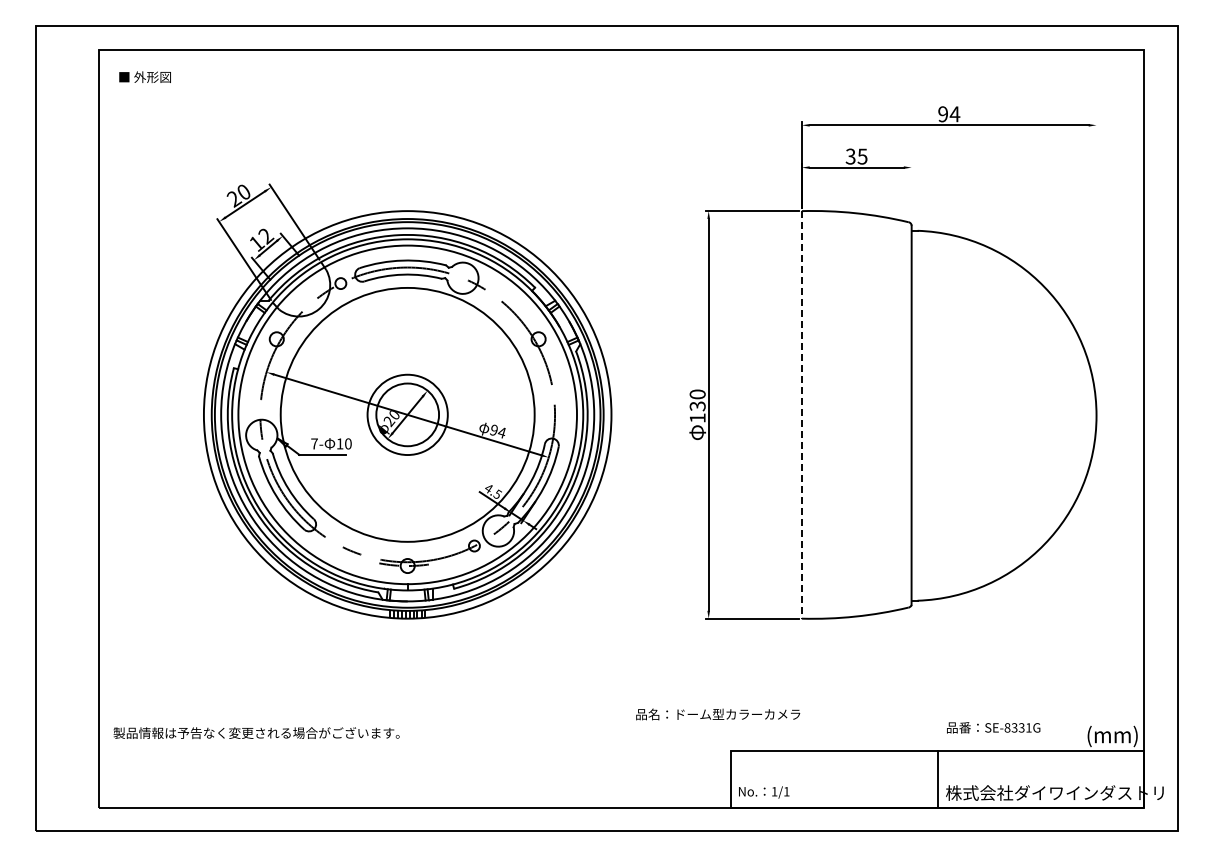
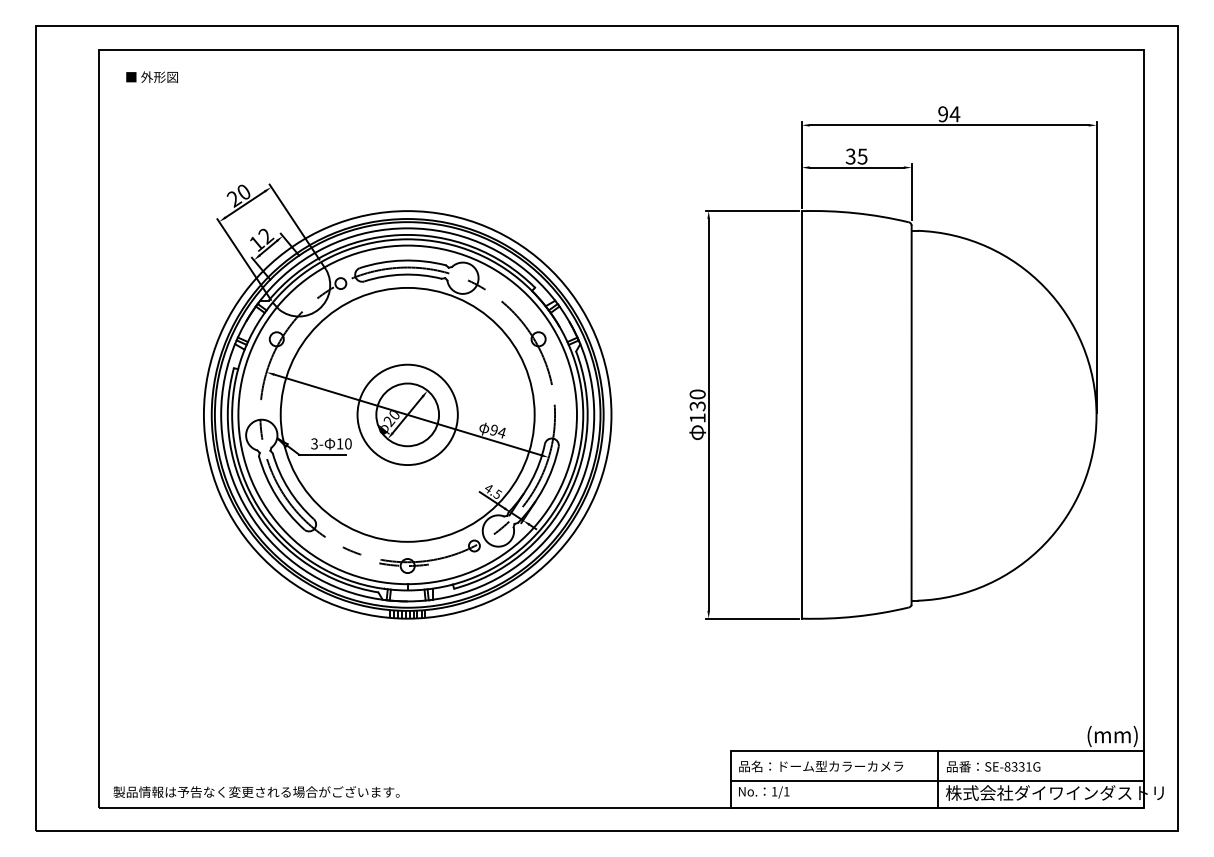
text at (144, 76) position: (144, 76) -> (151, 76)
line at (911, 191): none -> present
line at (1096, 267): none -> present
circle at (407, 414) diameter: 80 px -> 100 px
line at (801, 414): dashed -> solid
text at (314, 443): 7- -> 3-
text at (718, 714) position: (718, 714) -> (821, 766)
text at (993, 727) position: (993, 727) -> (993, 766)
text at (256, 732) position: (256, 732) -> (256, 791)
line at (937, 780): none -> present
